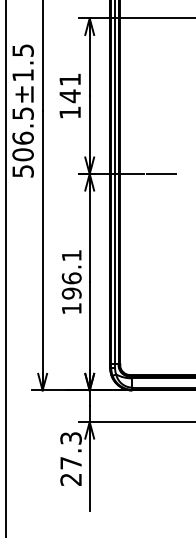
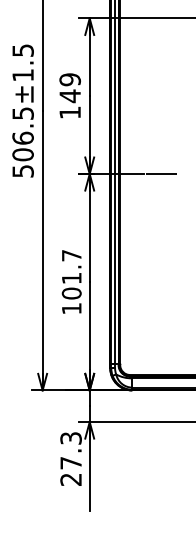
text at (70, 79): 141 -> 149
line at (5, 268): present -> none
text at (71, 274): 196.1 -> 101.7
